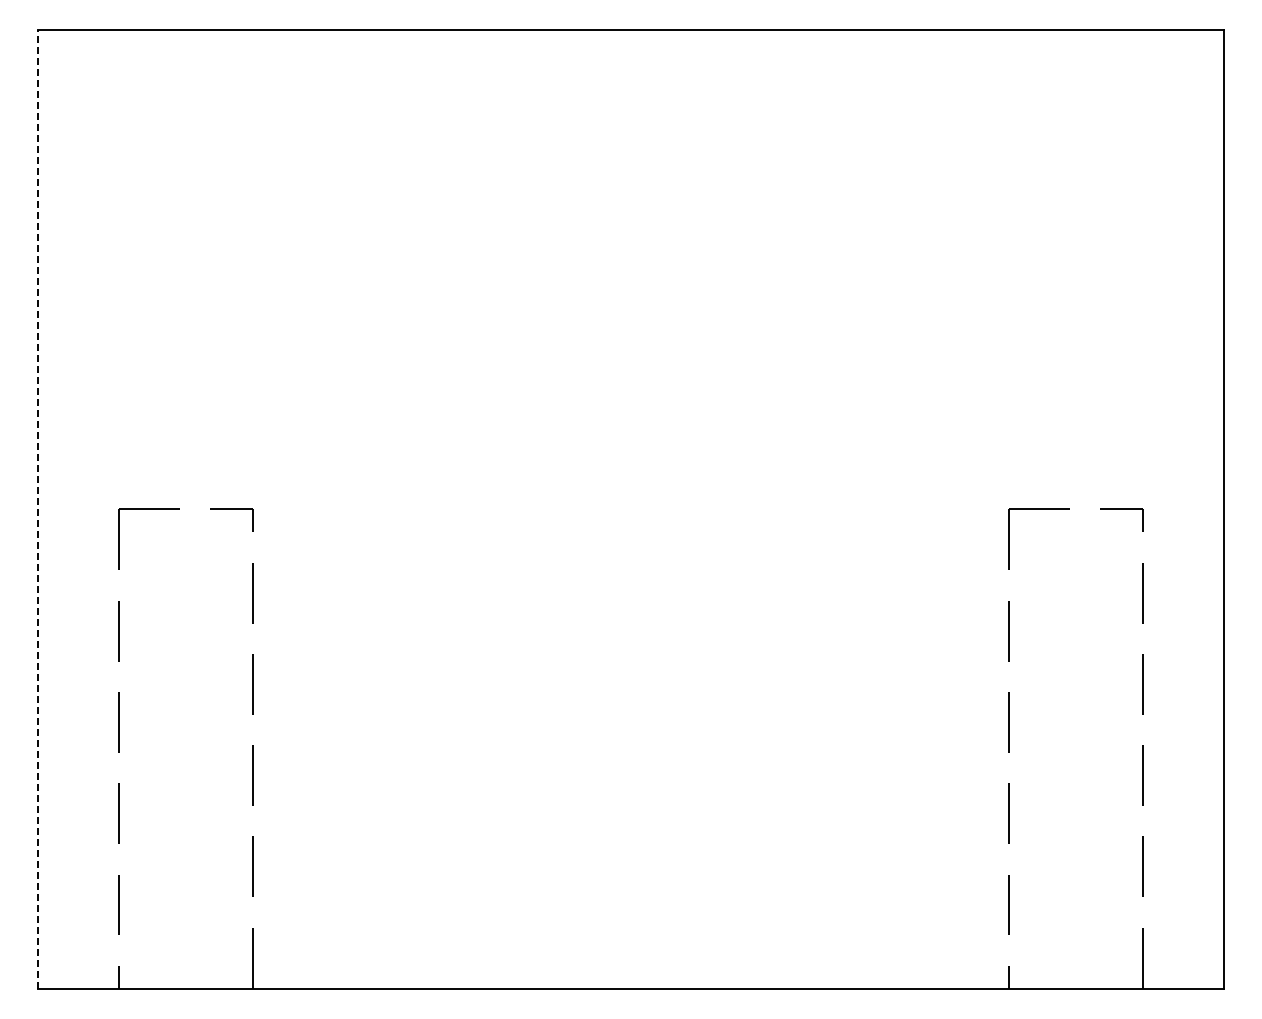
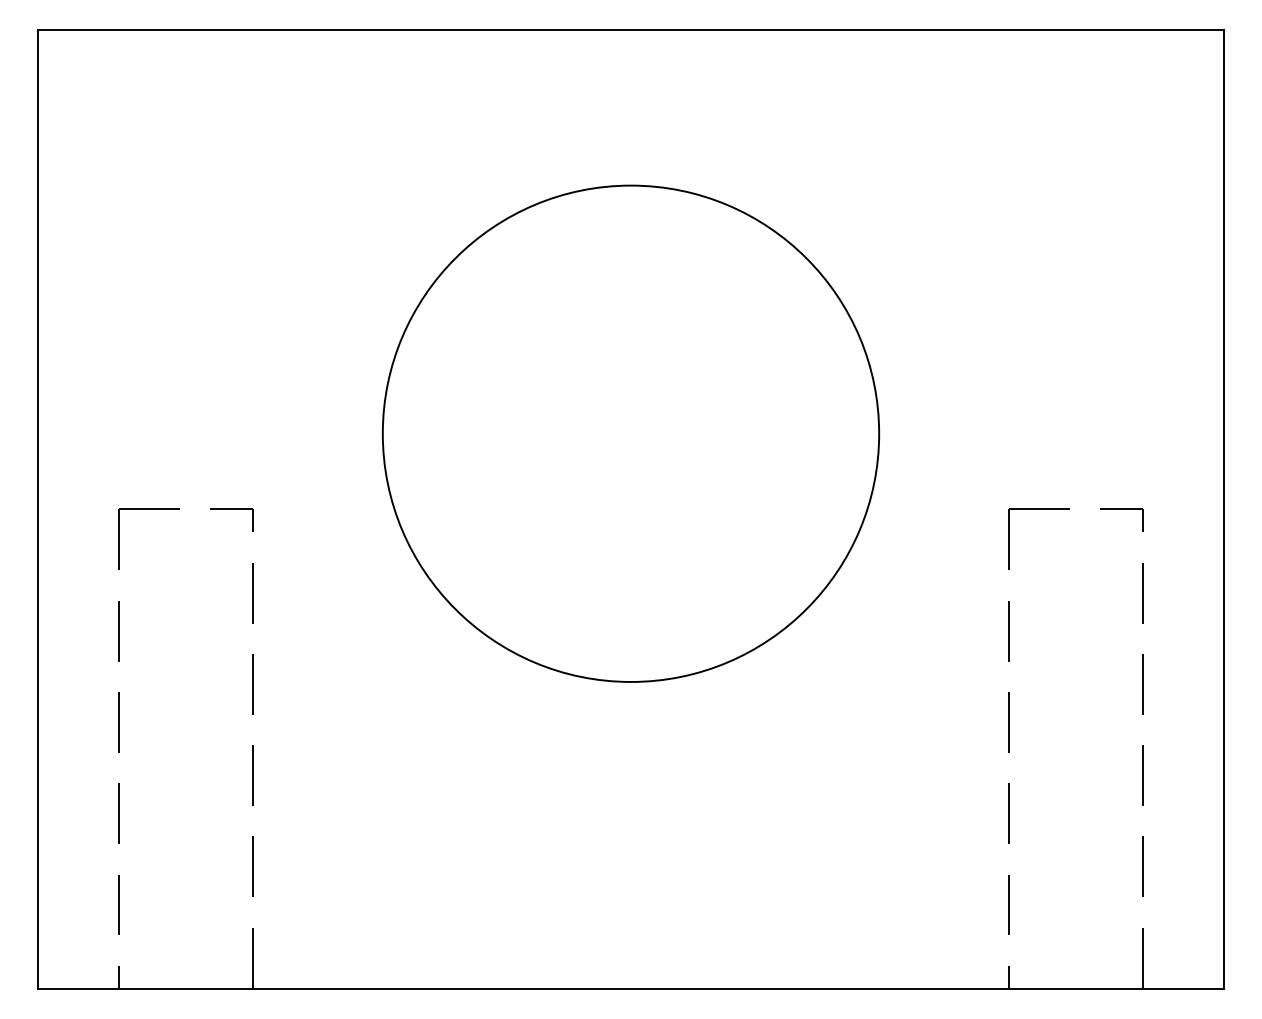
circle at (630, 433): none -> present
line at (37, 509): dashed -> solid
